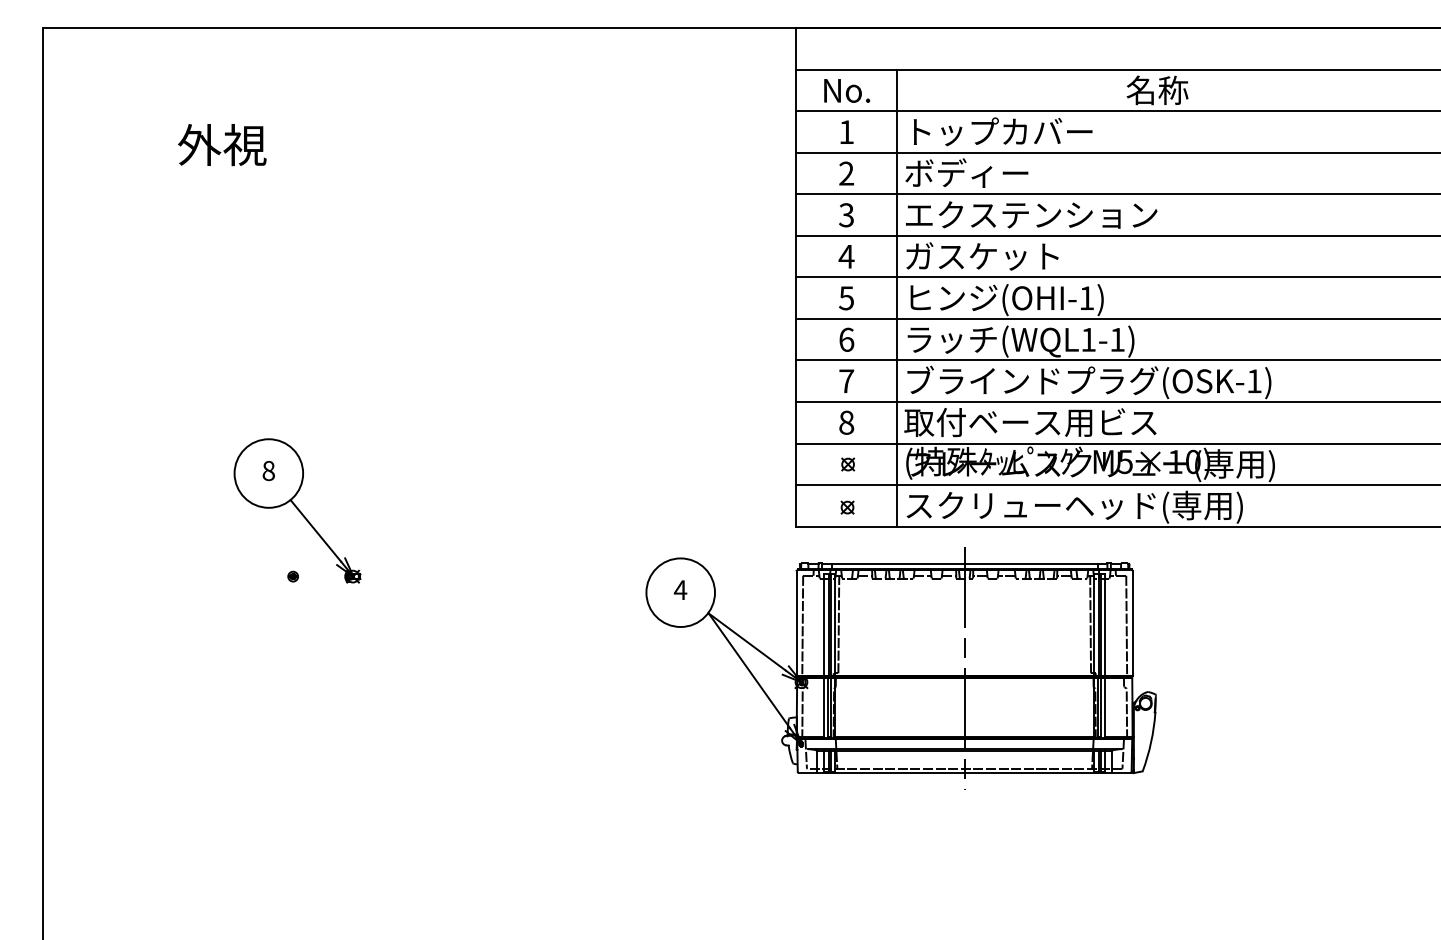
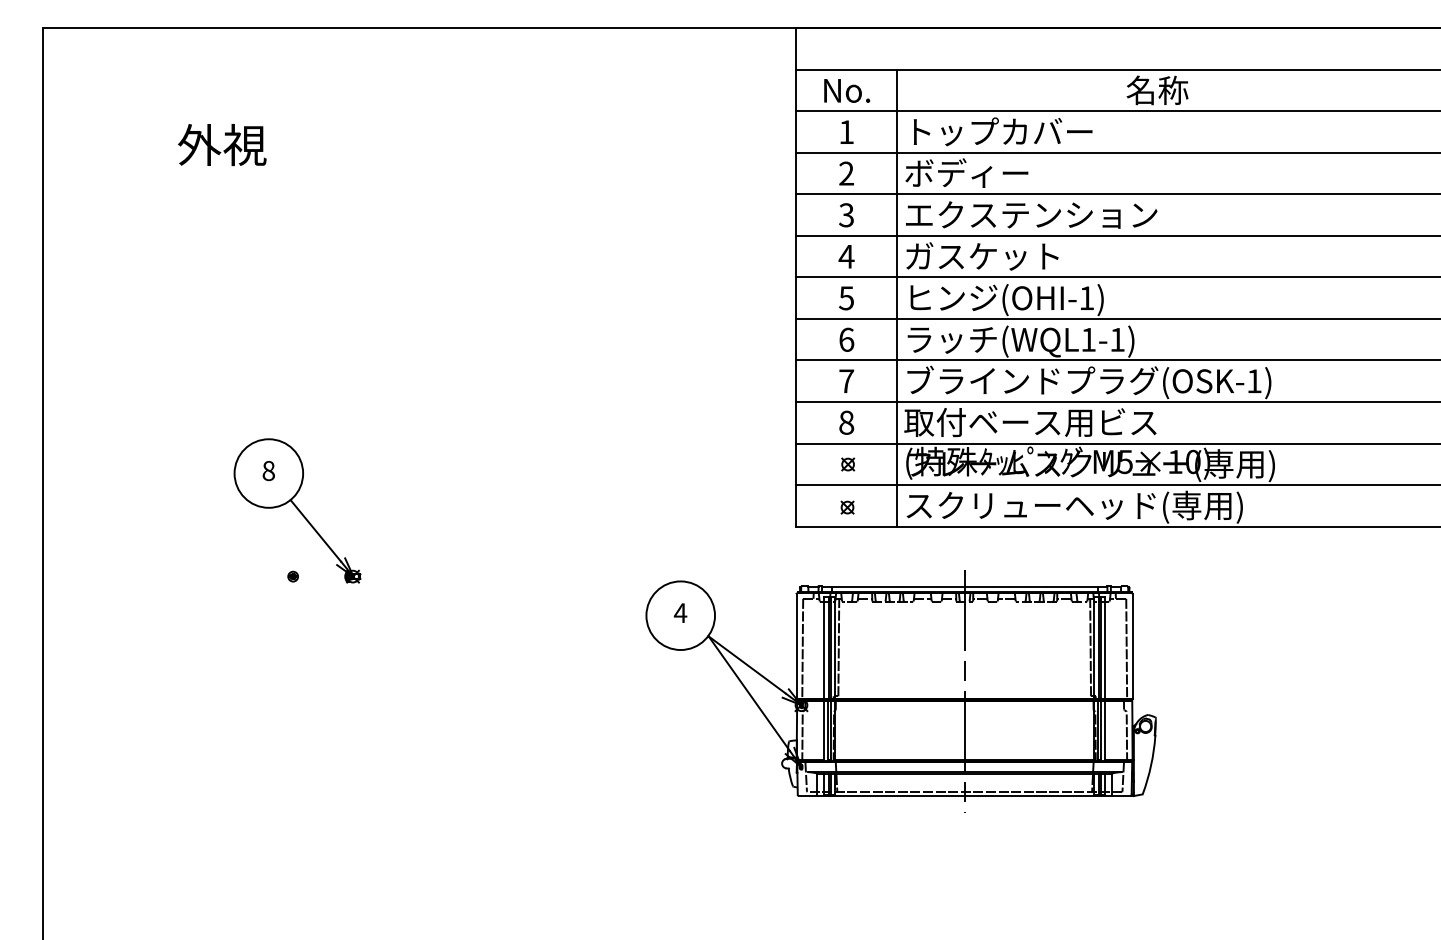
part at (900, 668) position: (900, 668) -> (900, 691)
